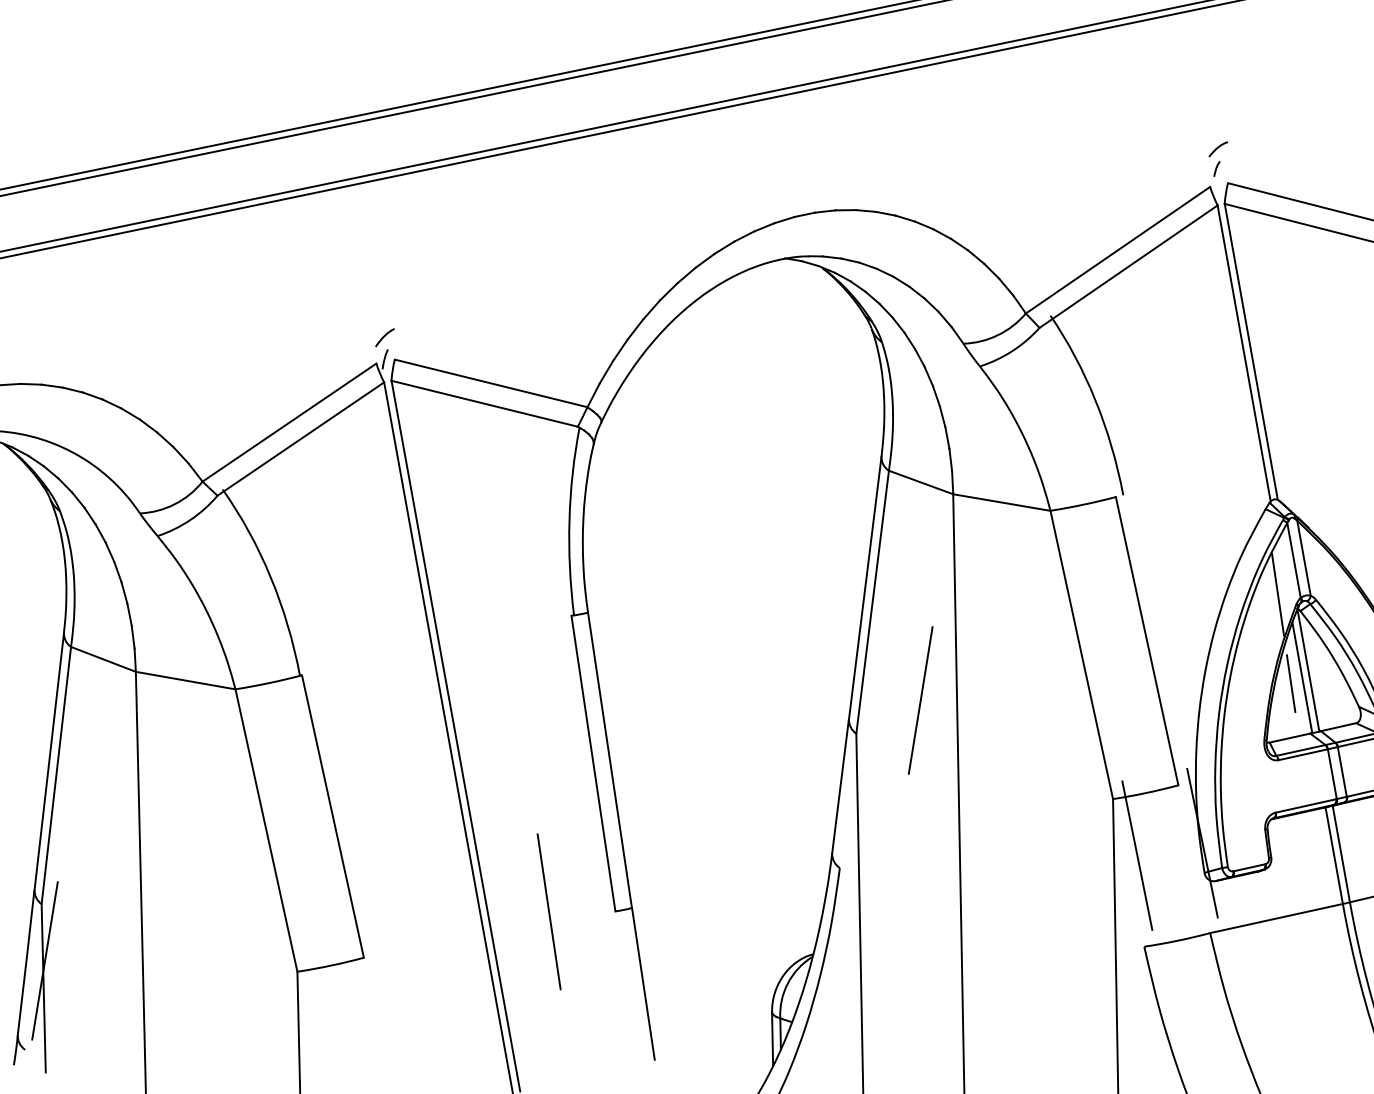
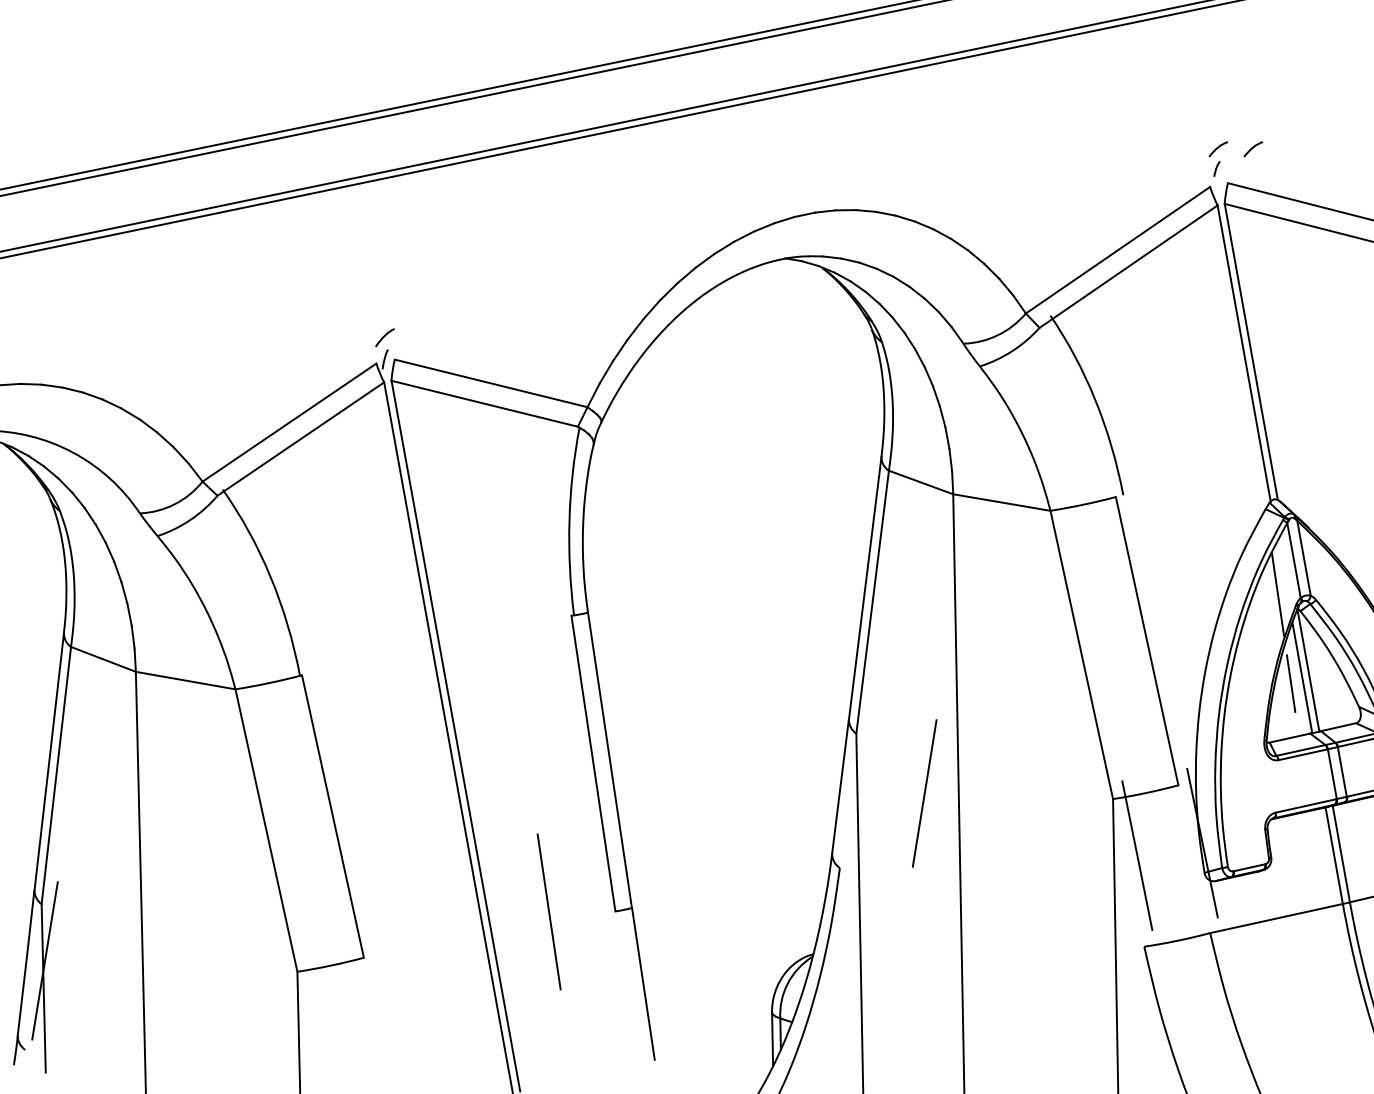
curve at (1252, 149): none -> present
line at (920, 700) position: (920, 700) -> (924, 793)
